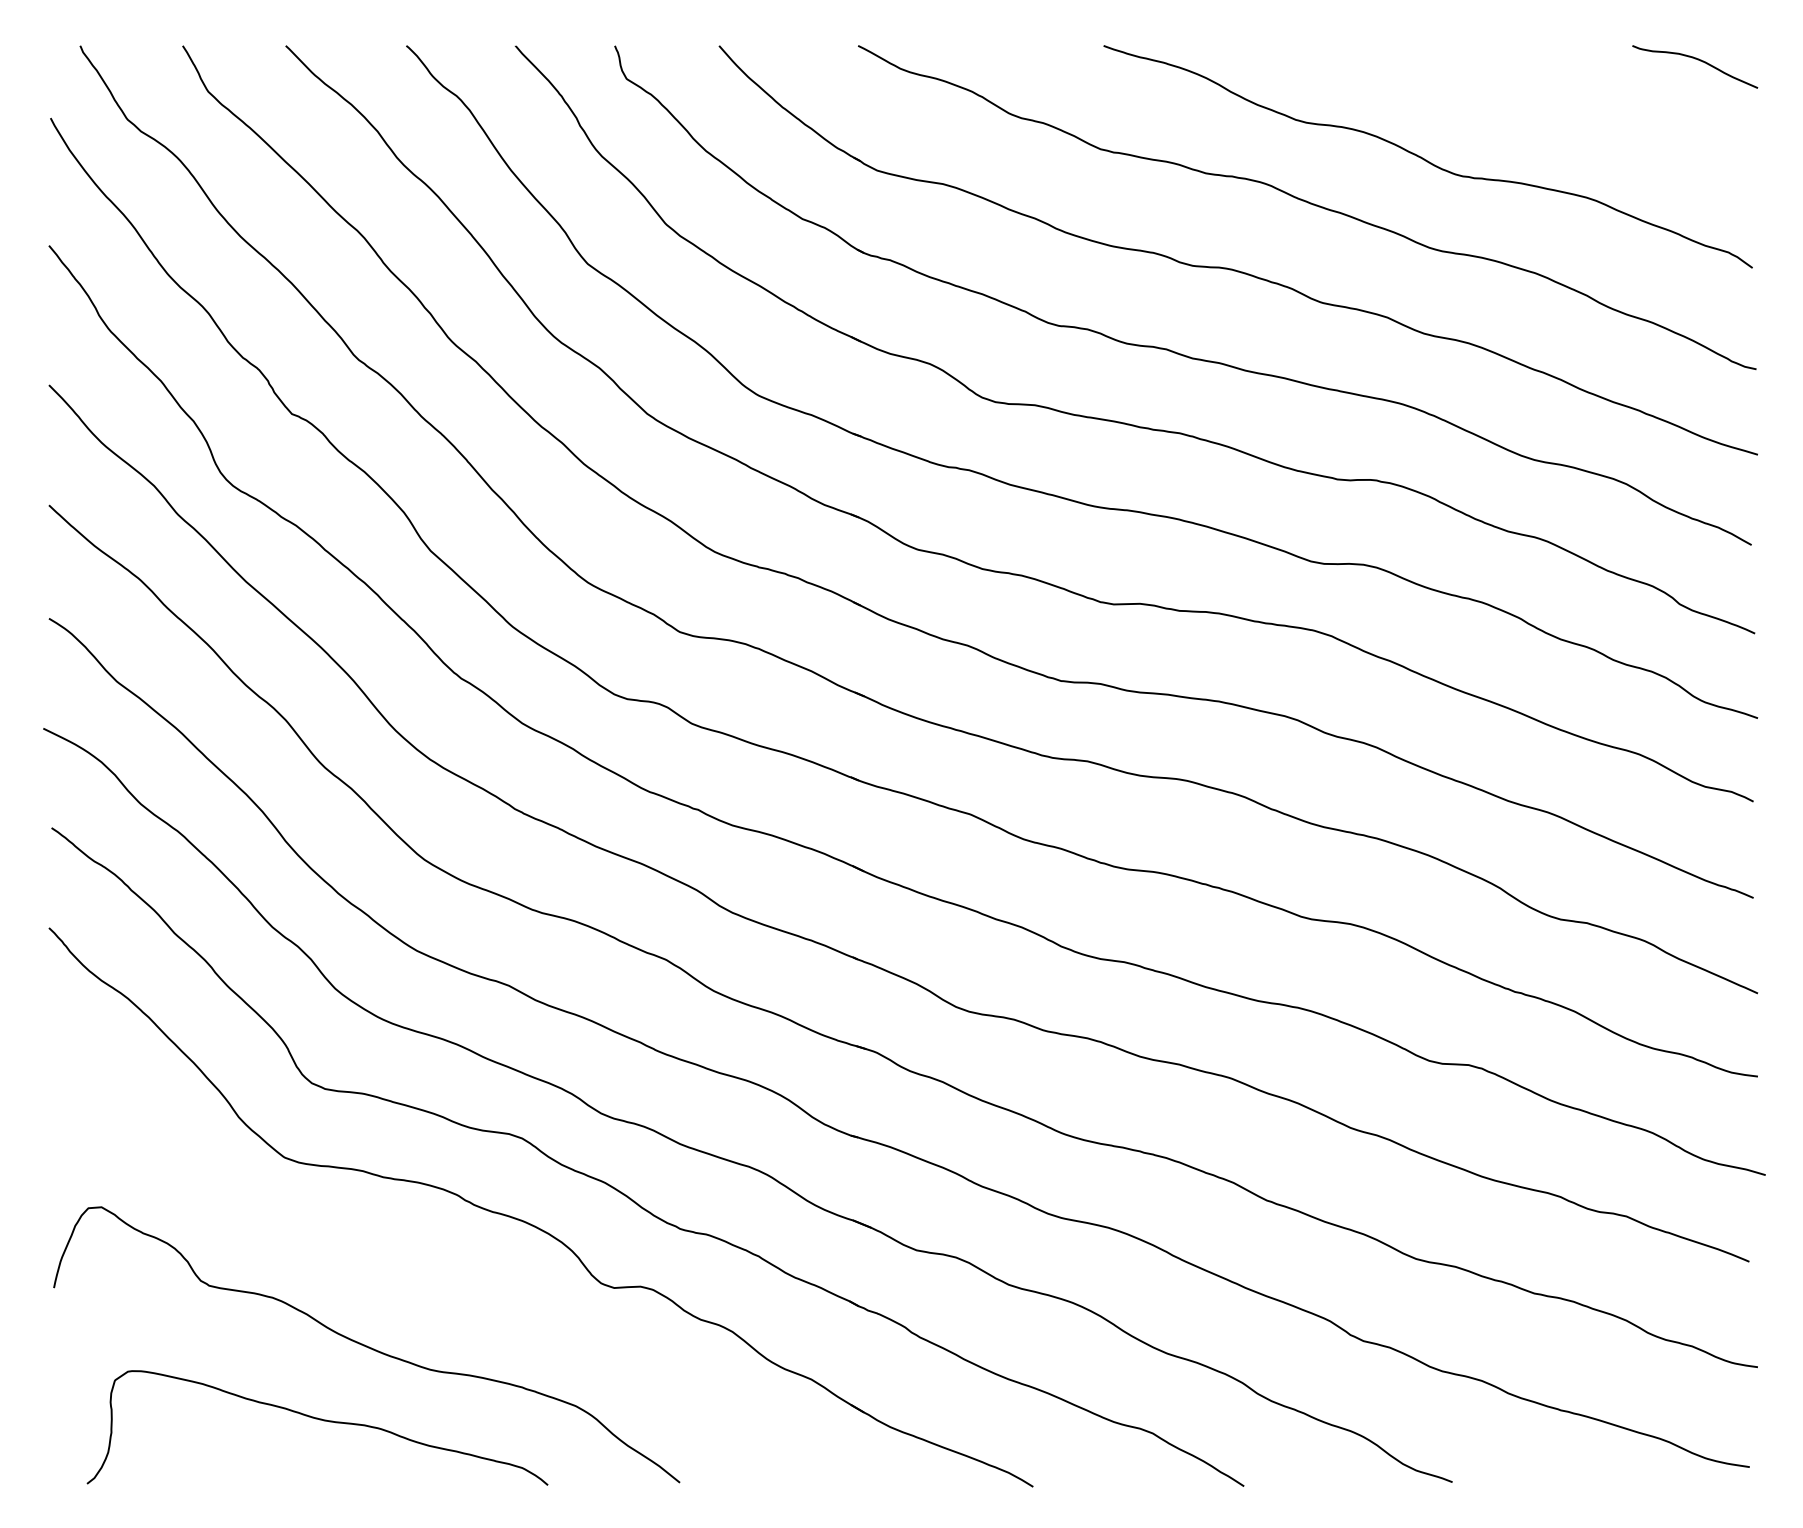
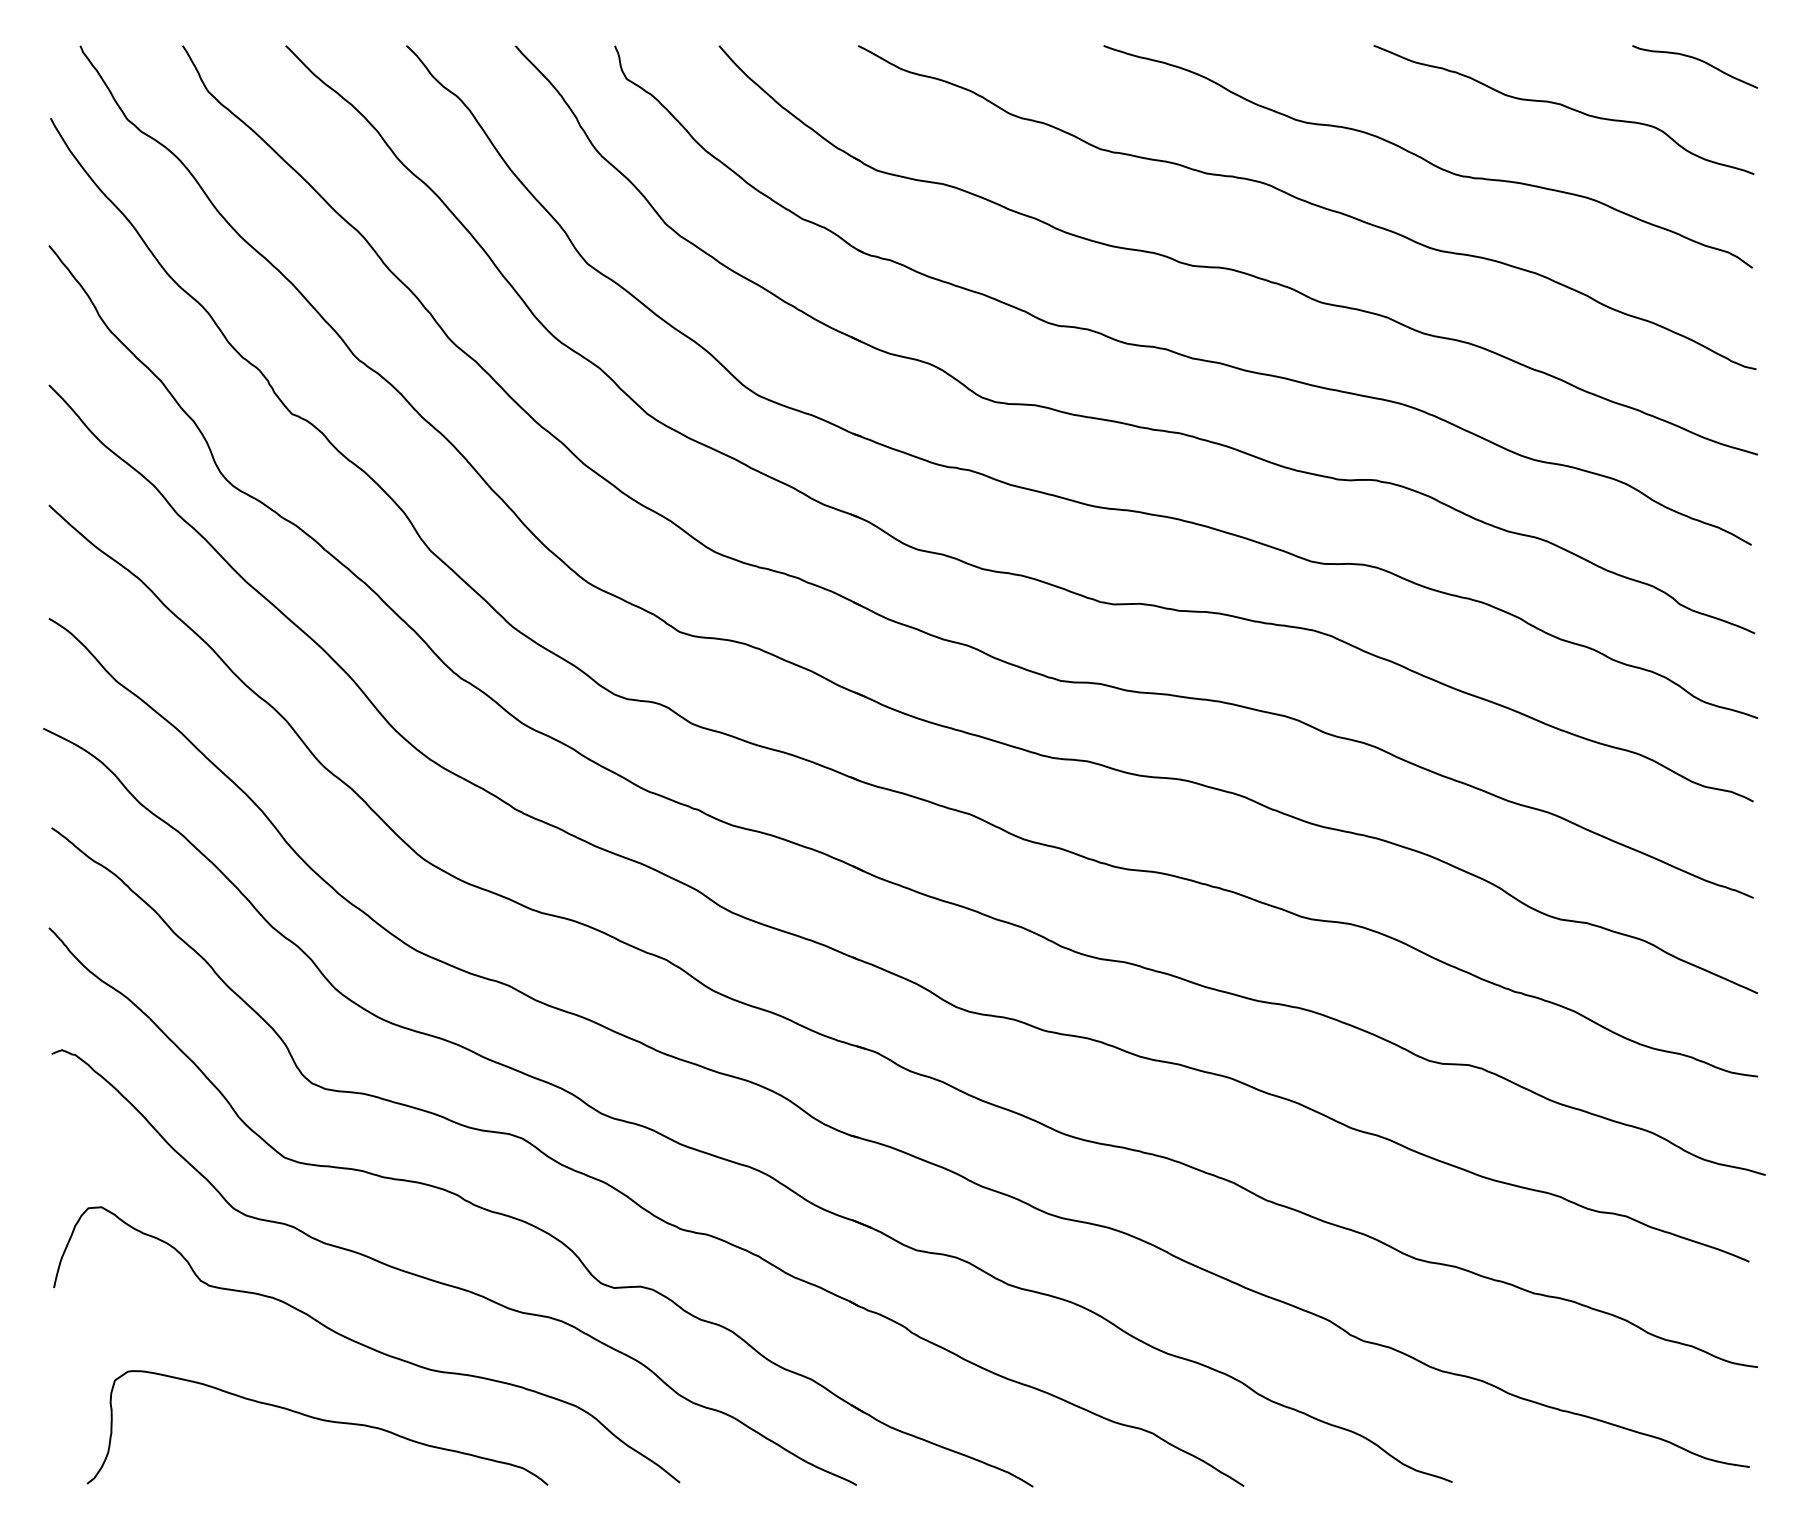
curve at (1565, 107): none -> present
curve at (450, 1284): none -> present
